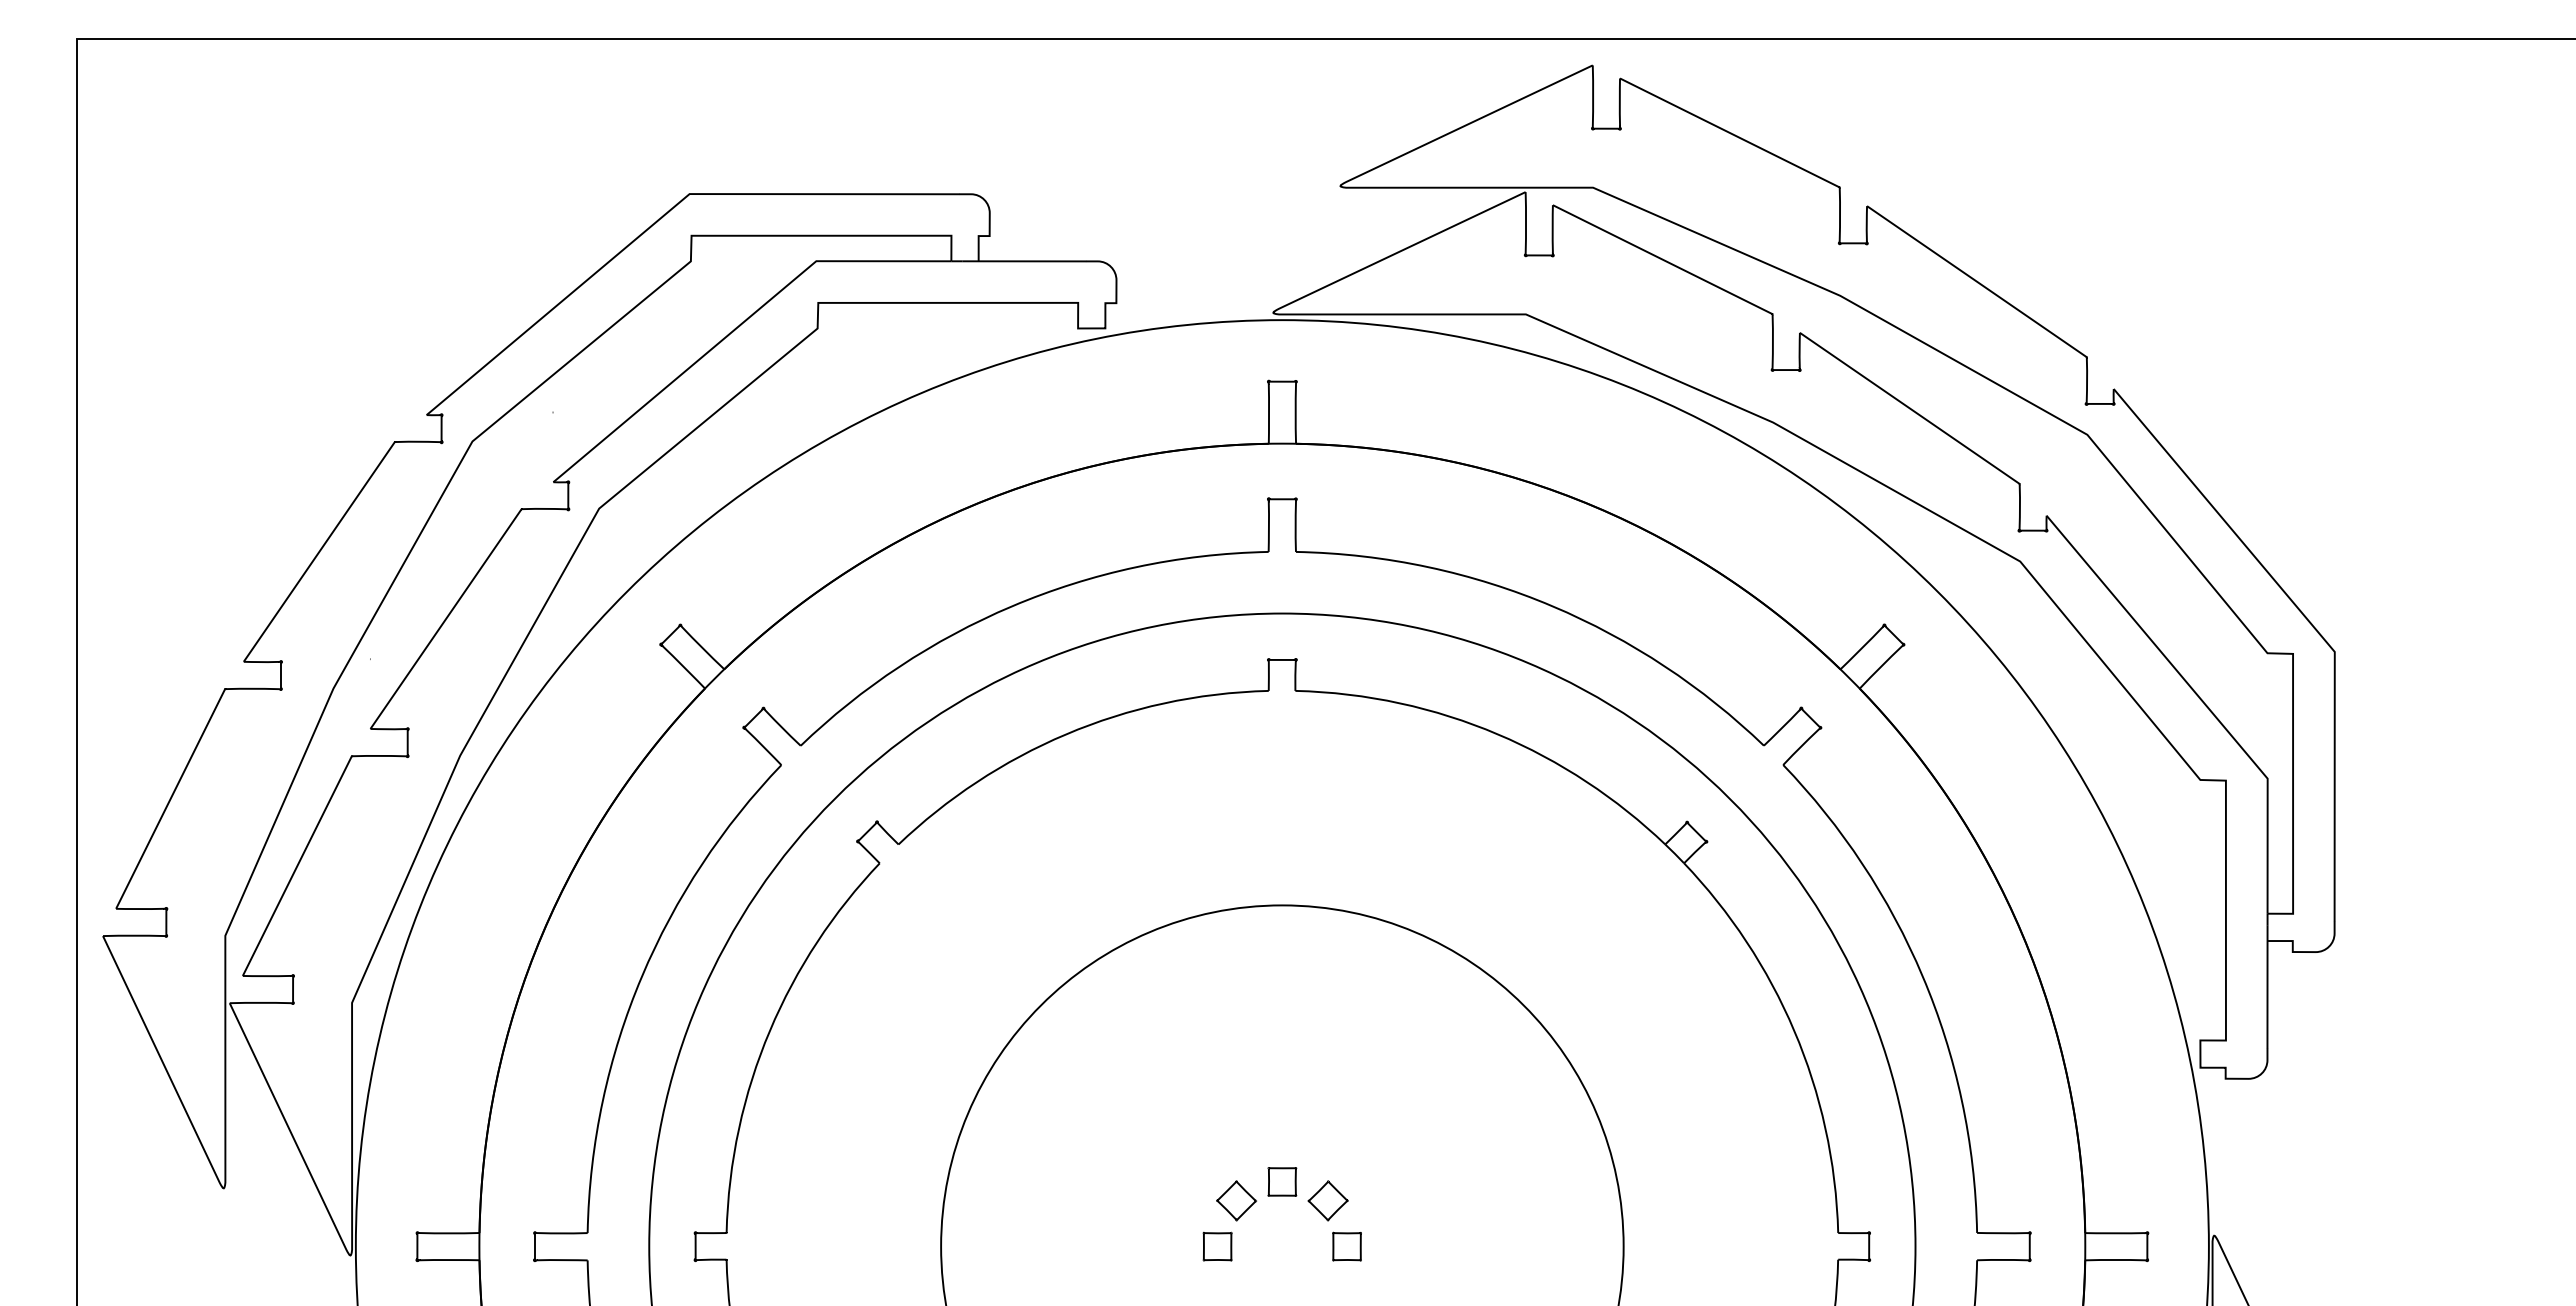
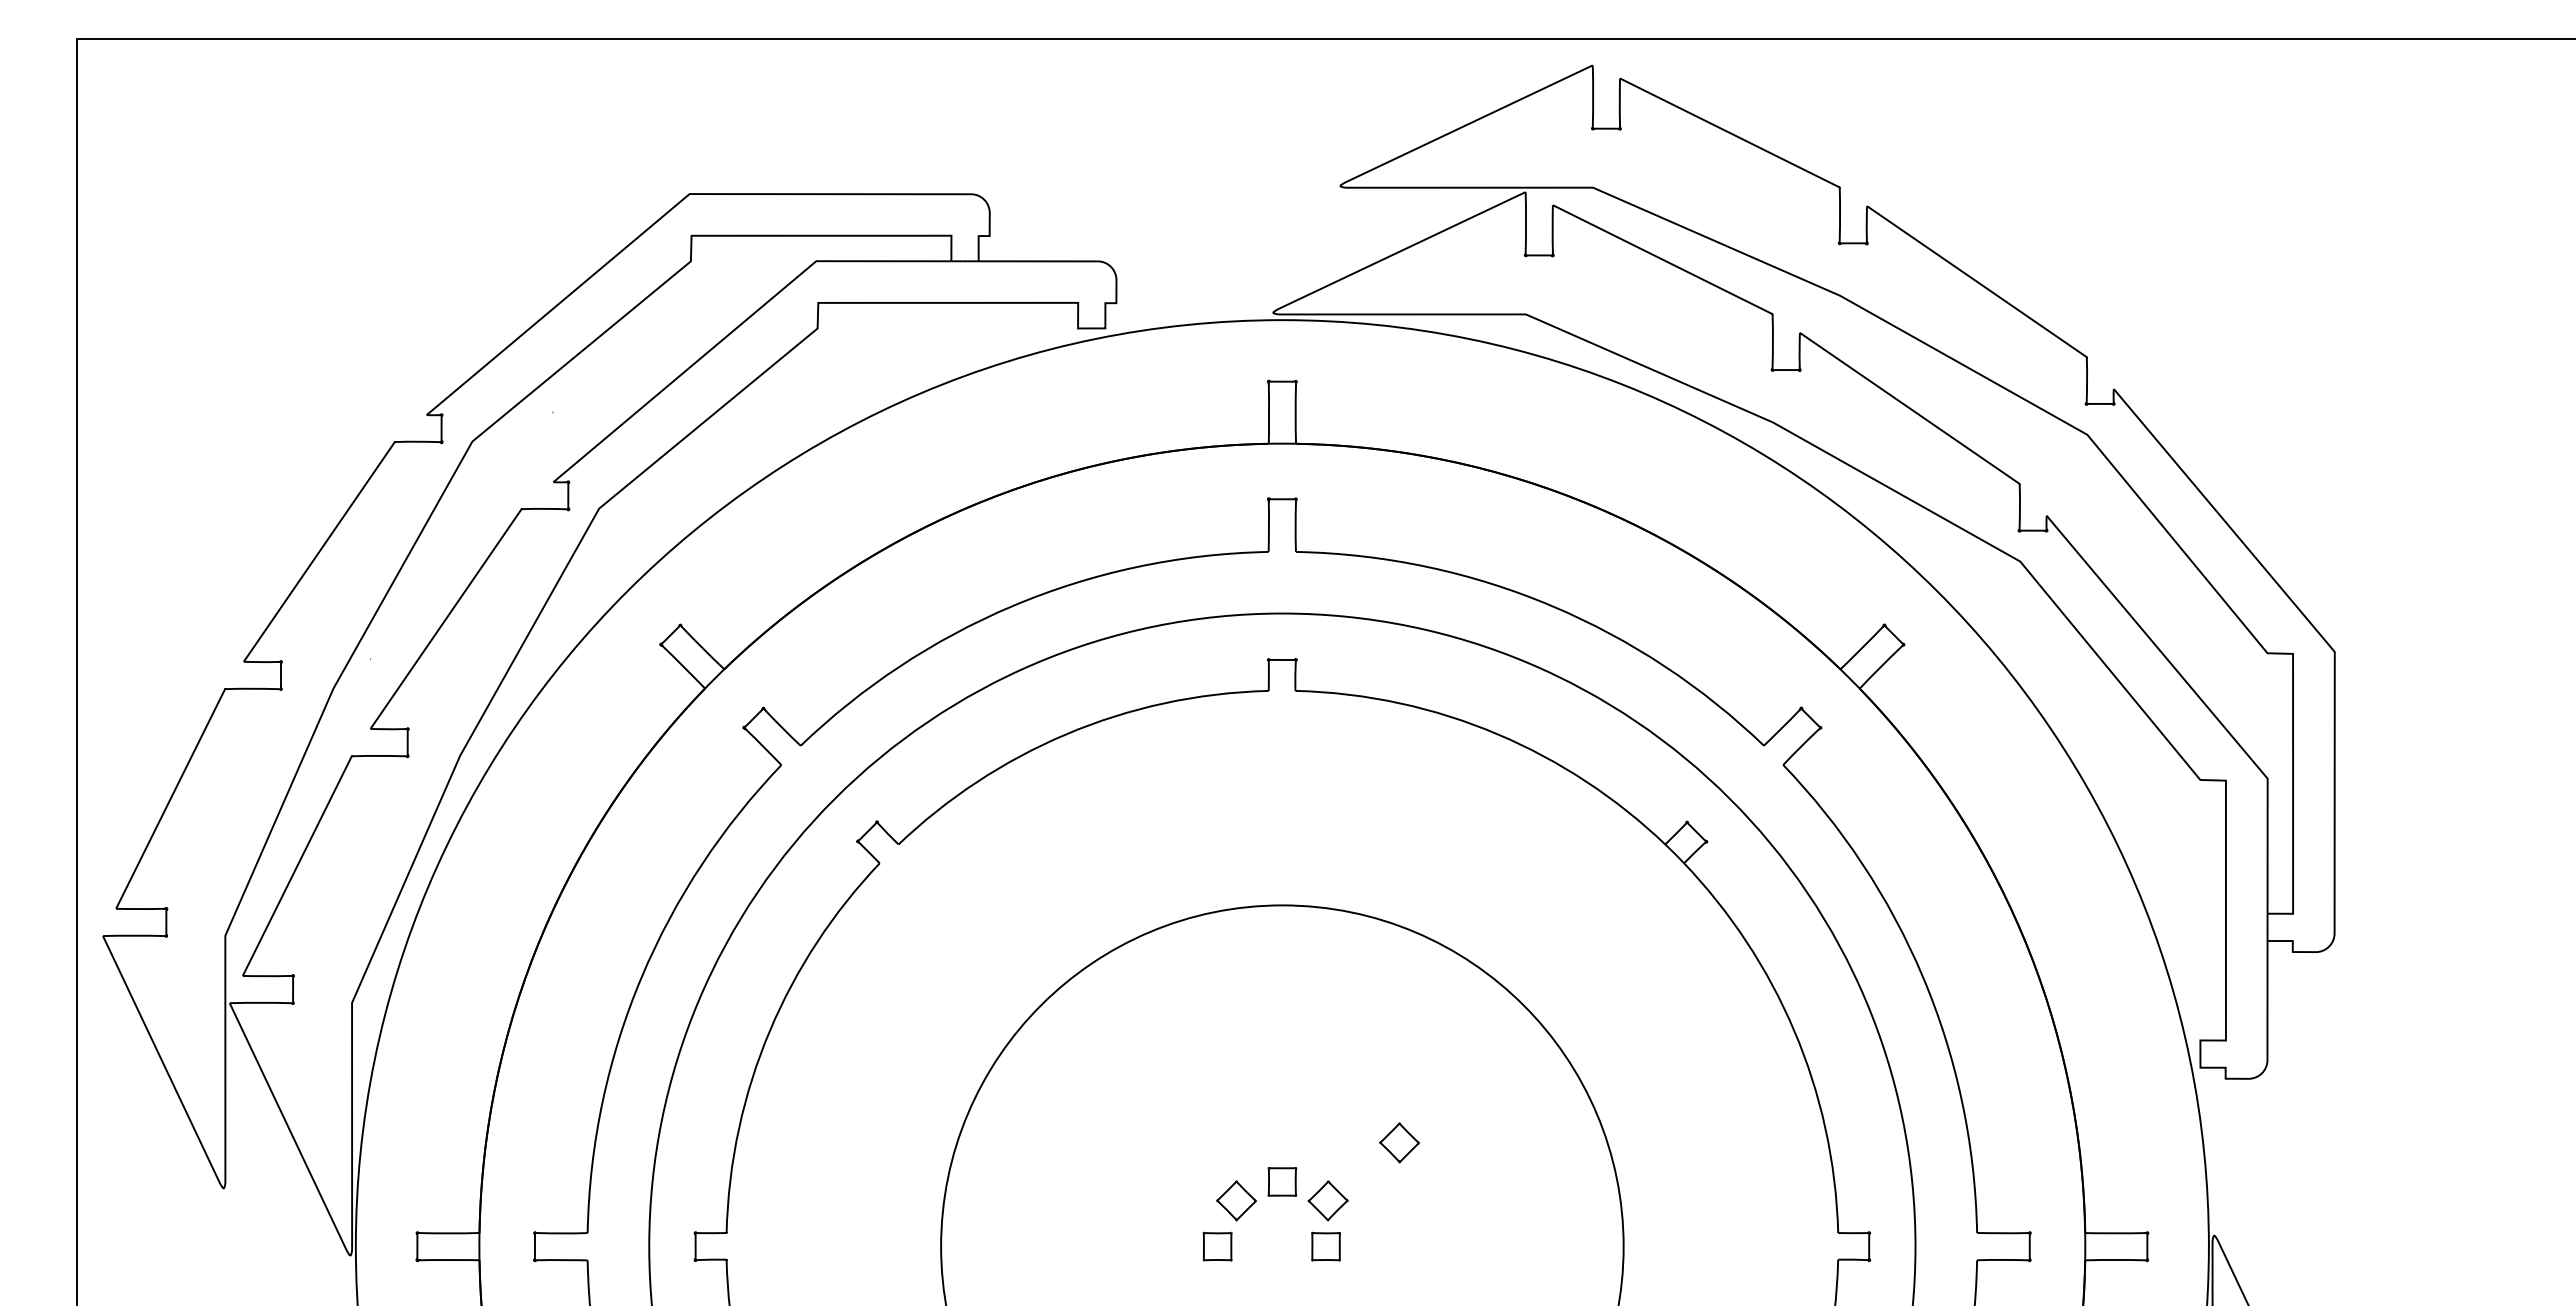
part at (1399, 1142): none -> present
part at (1346, 1246) position: (1346, 1246) -> (1325, 1246)
